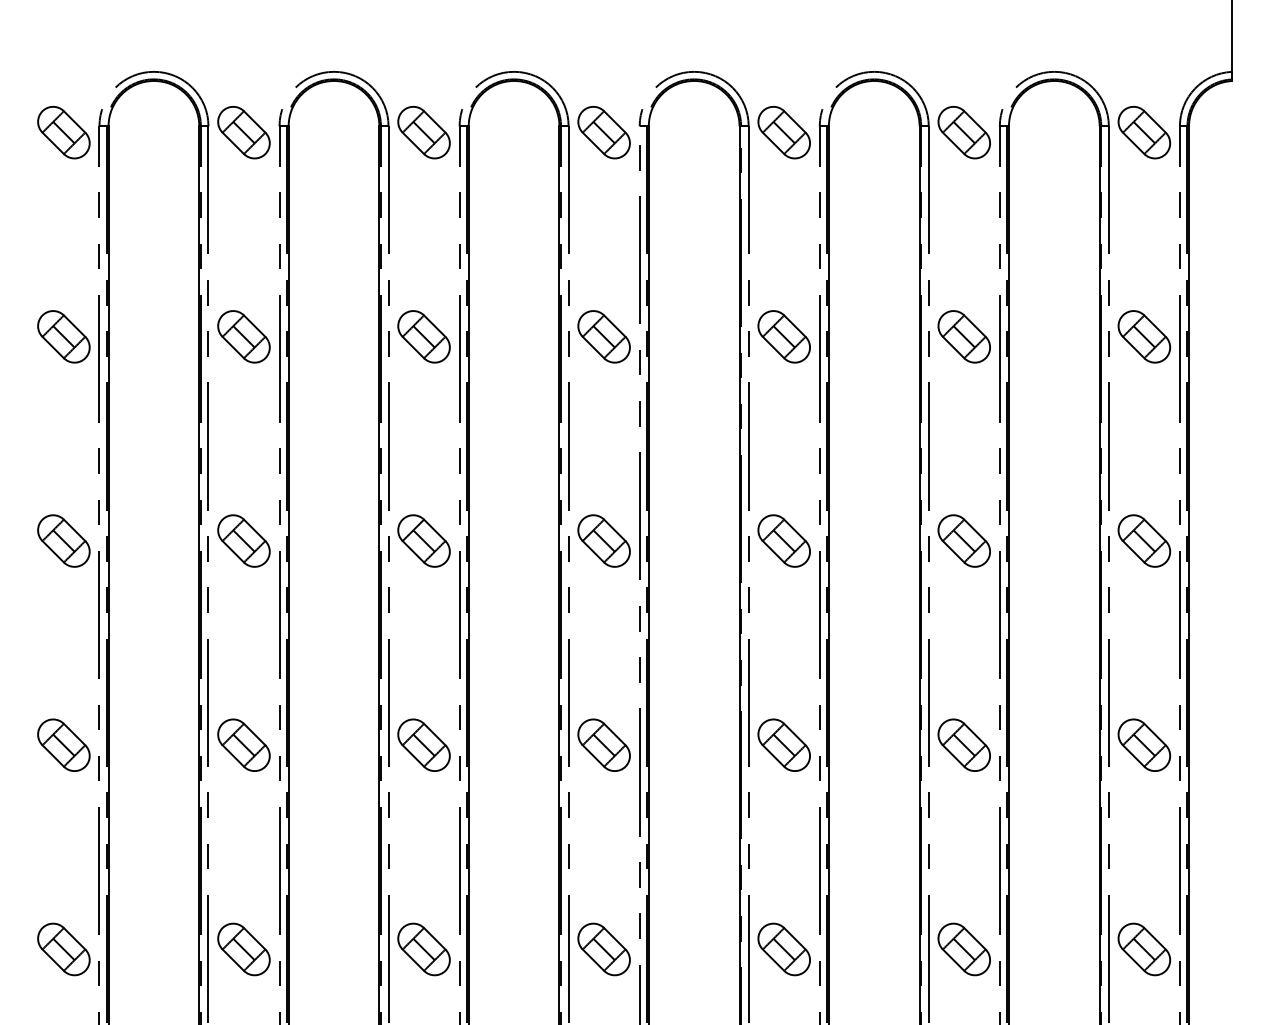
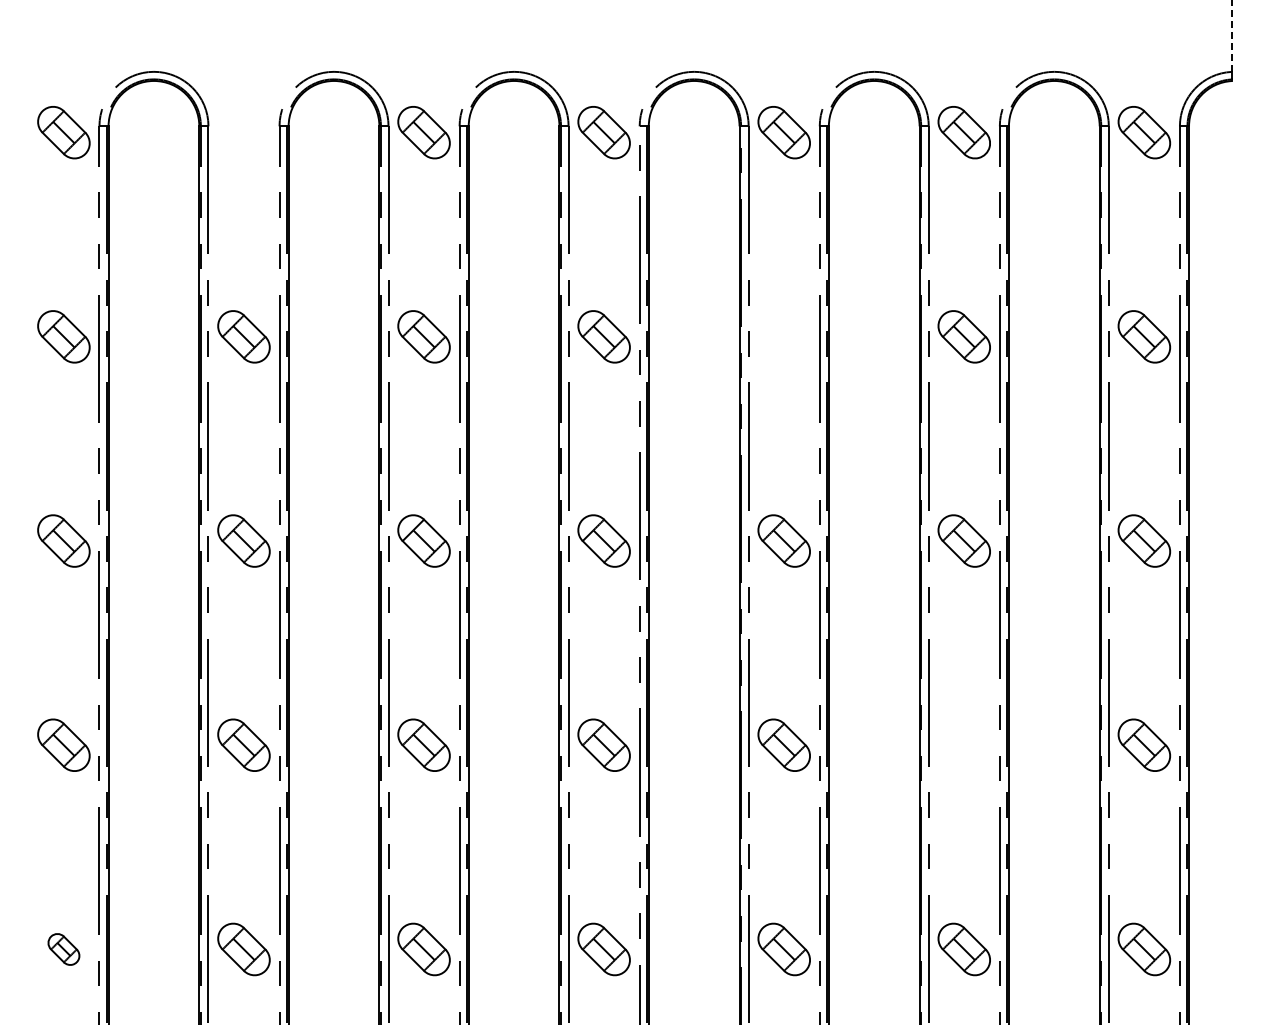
line at (1231, 36): solid -> dashed
part at (243, 132): present -> none
part at (783, 336): present -> none
part at (963, 744): present -> none
part at (63, 949) size: 54x55 px -> 34x33 px
